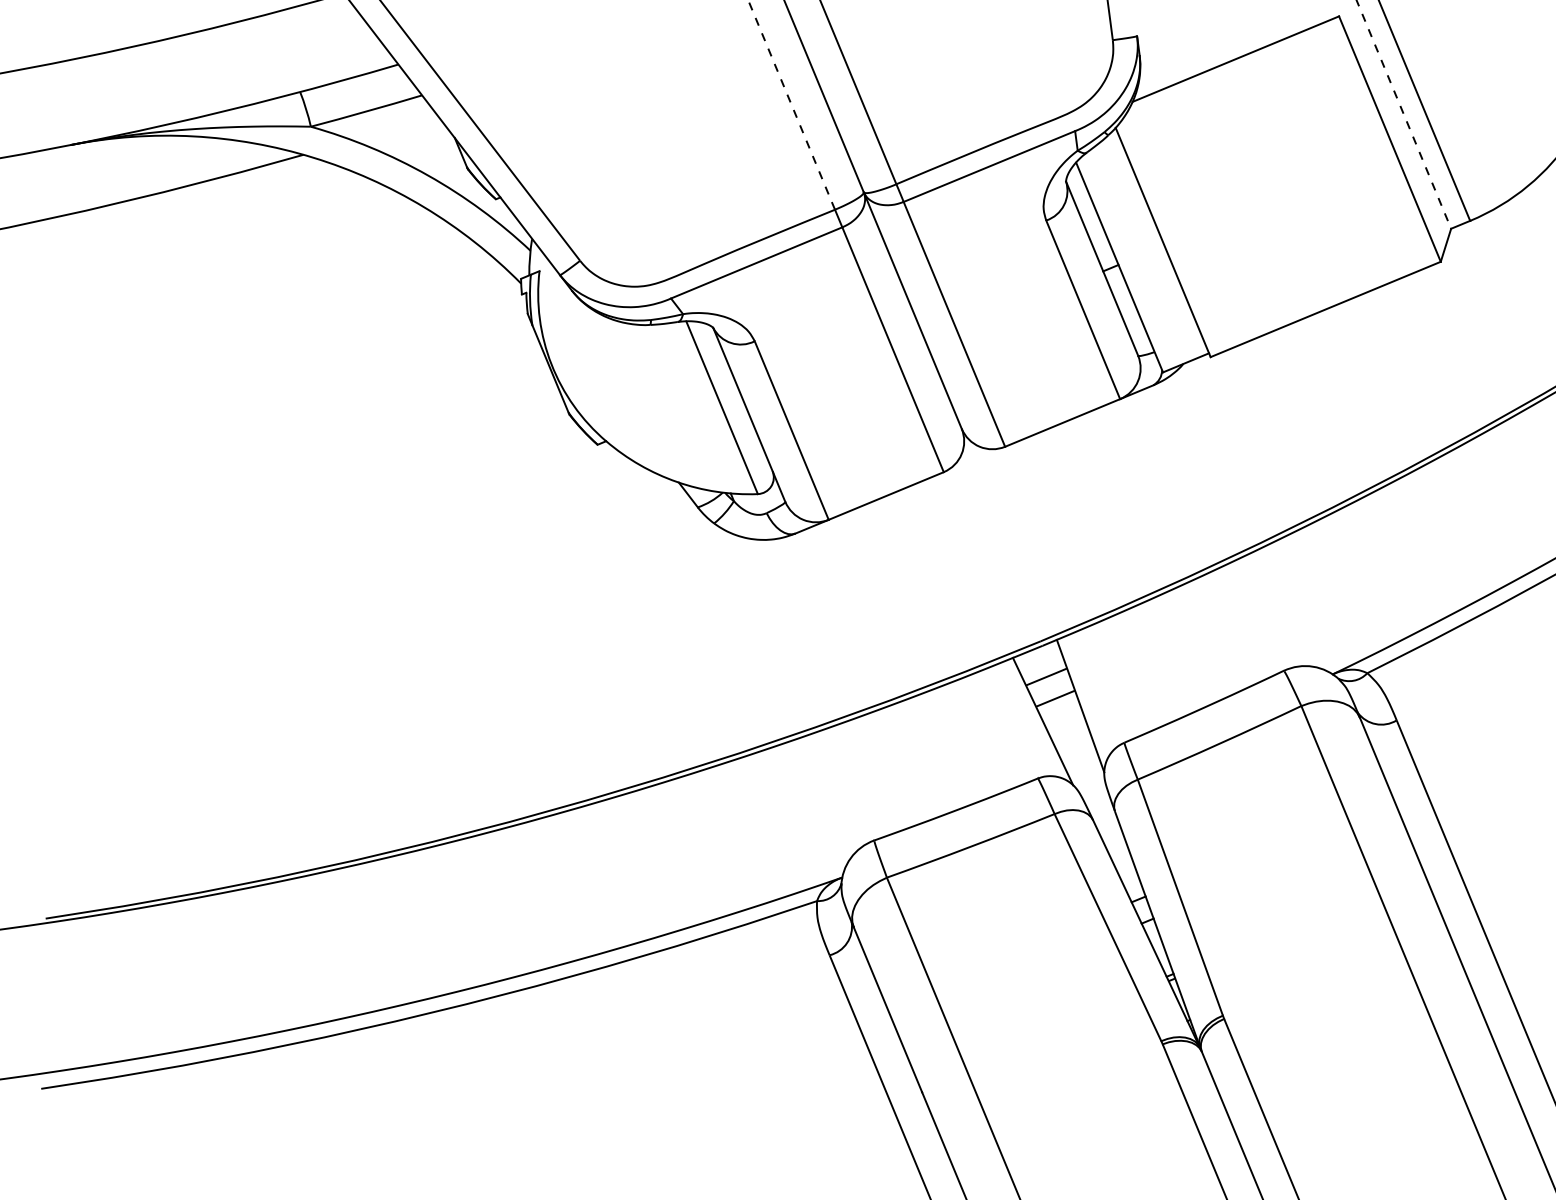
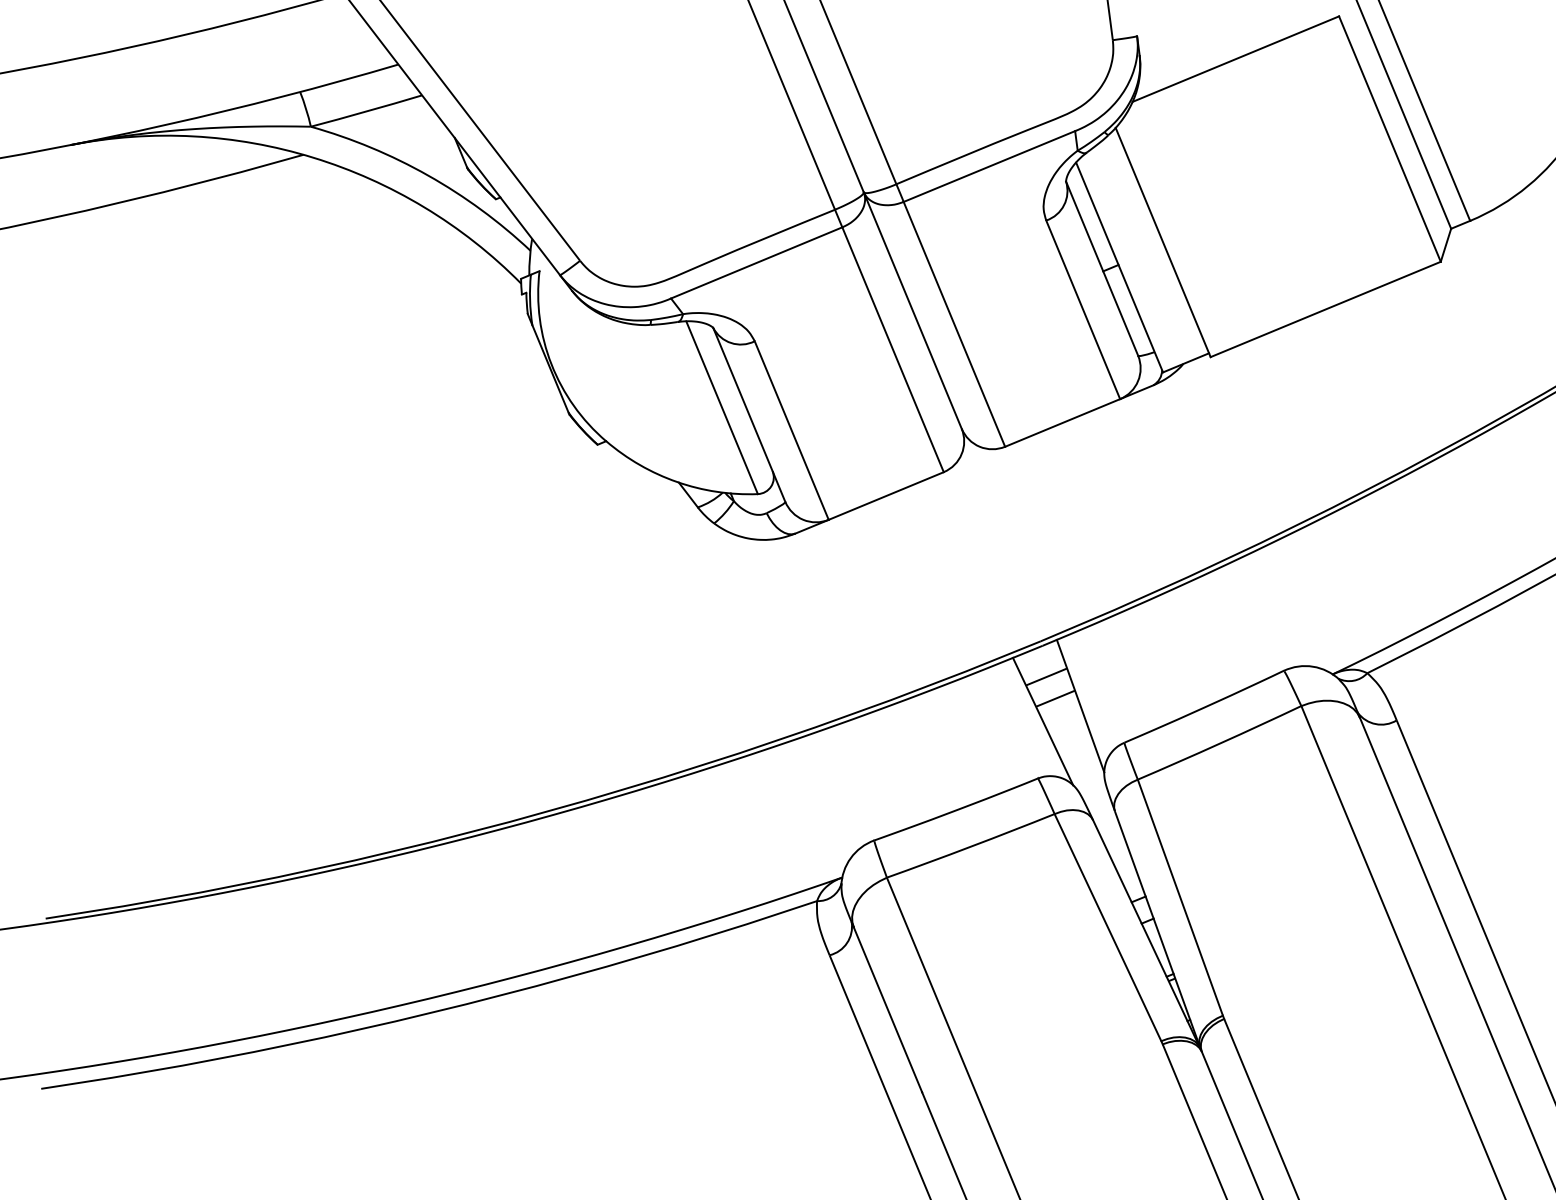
line at (791, 105): dashed -> solid
line at (1404, 115): dashed -> solid
